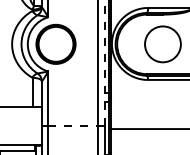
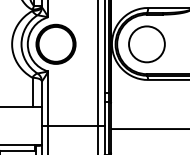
circle at (162, 44) position: (162, 44) -> (146, 44)
line at (104, 63): dashed -> solid
line at (73, 125): dashed -> solid
